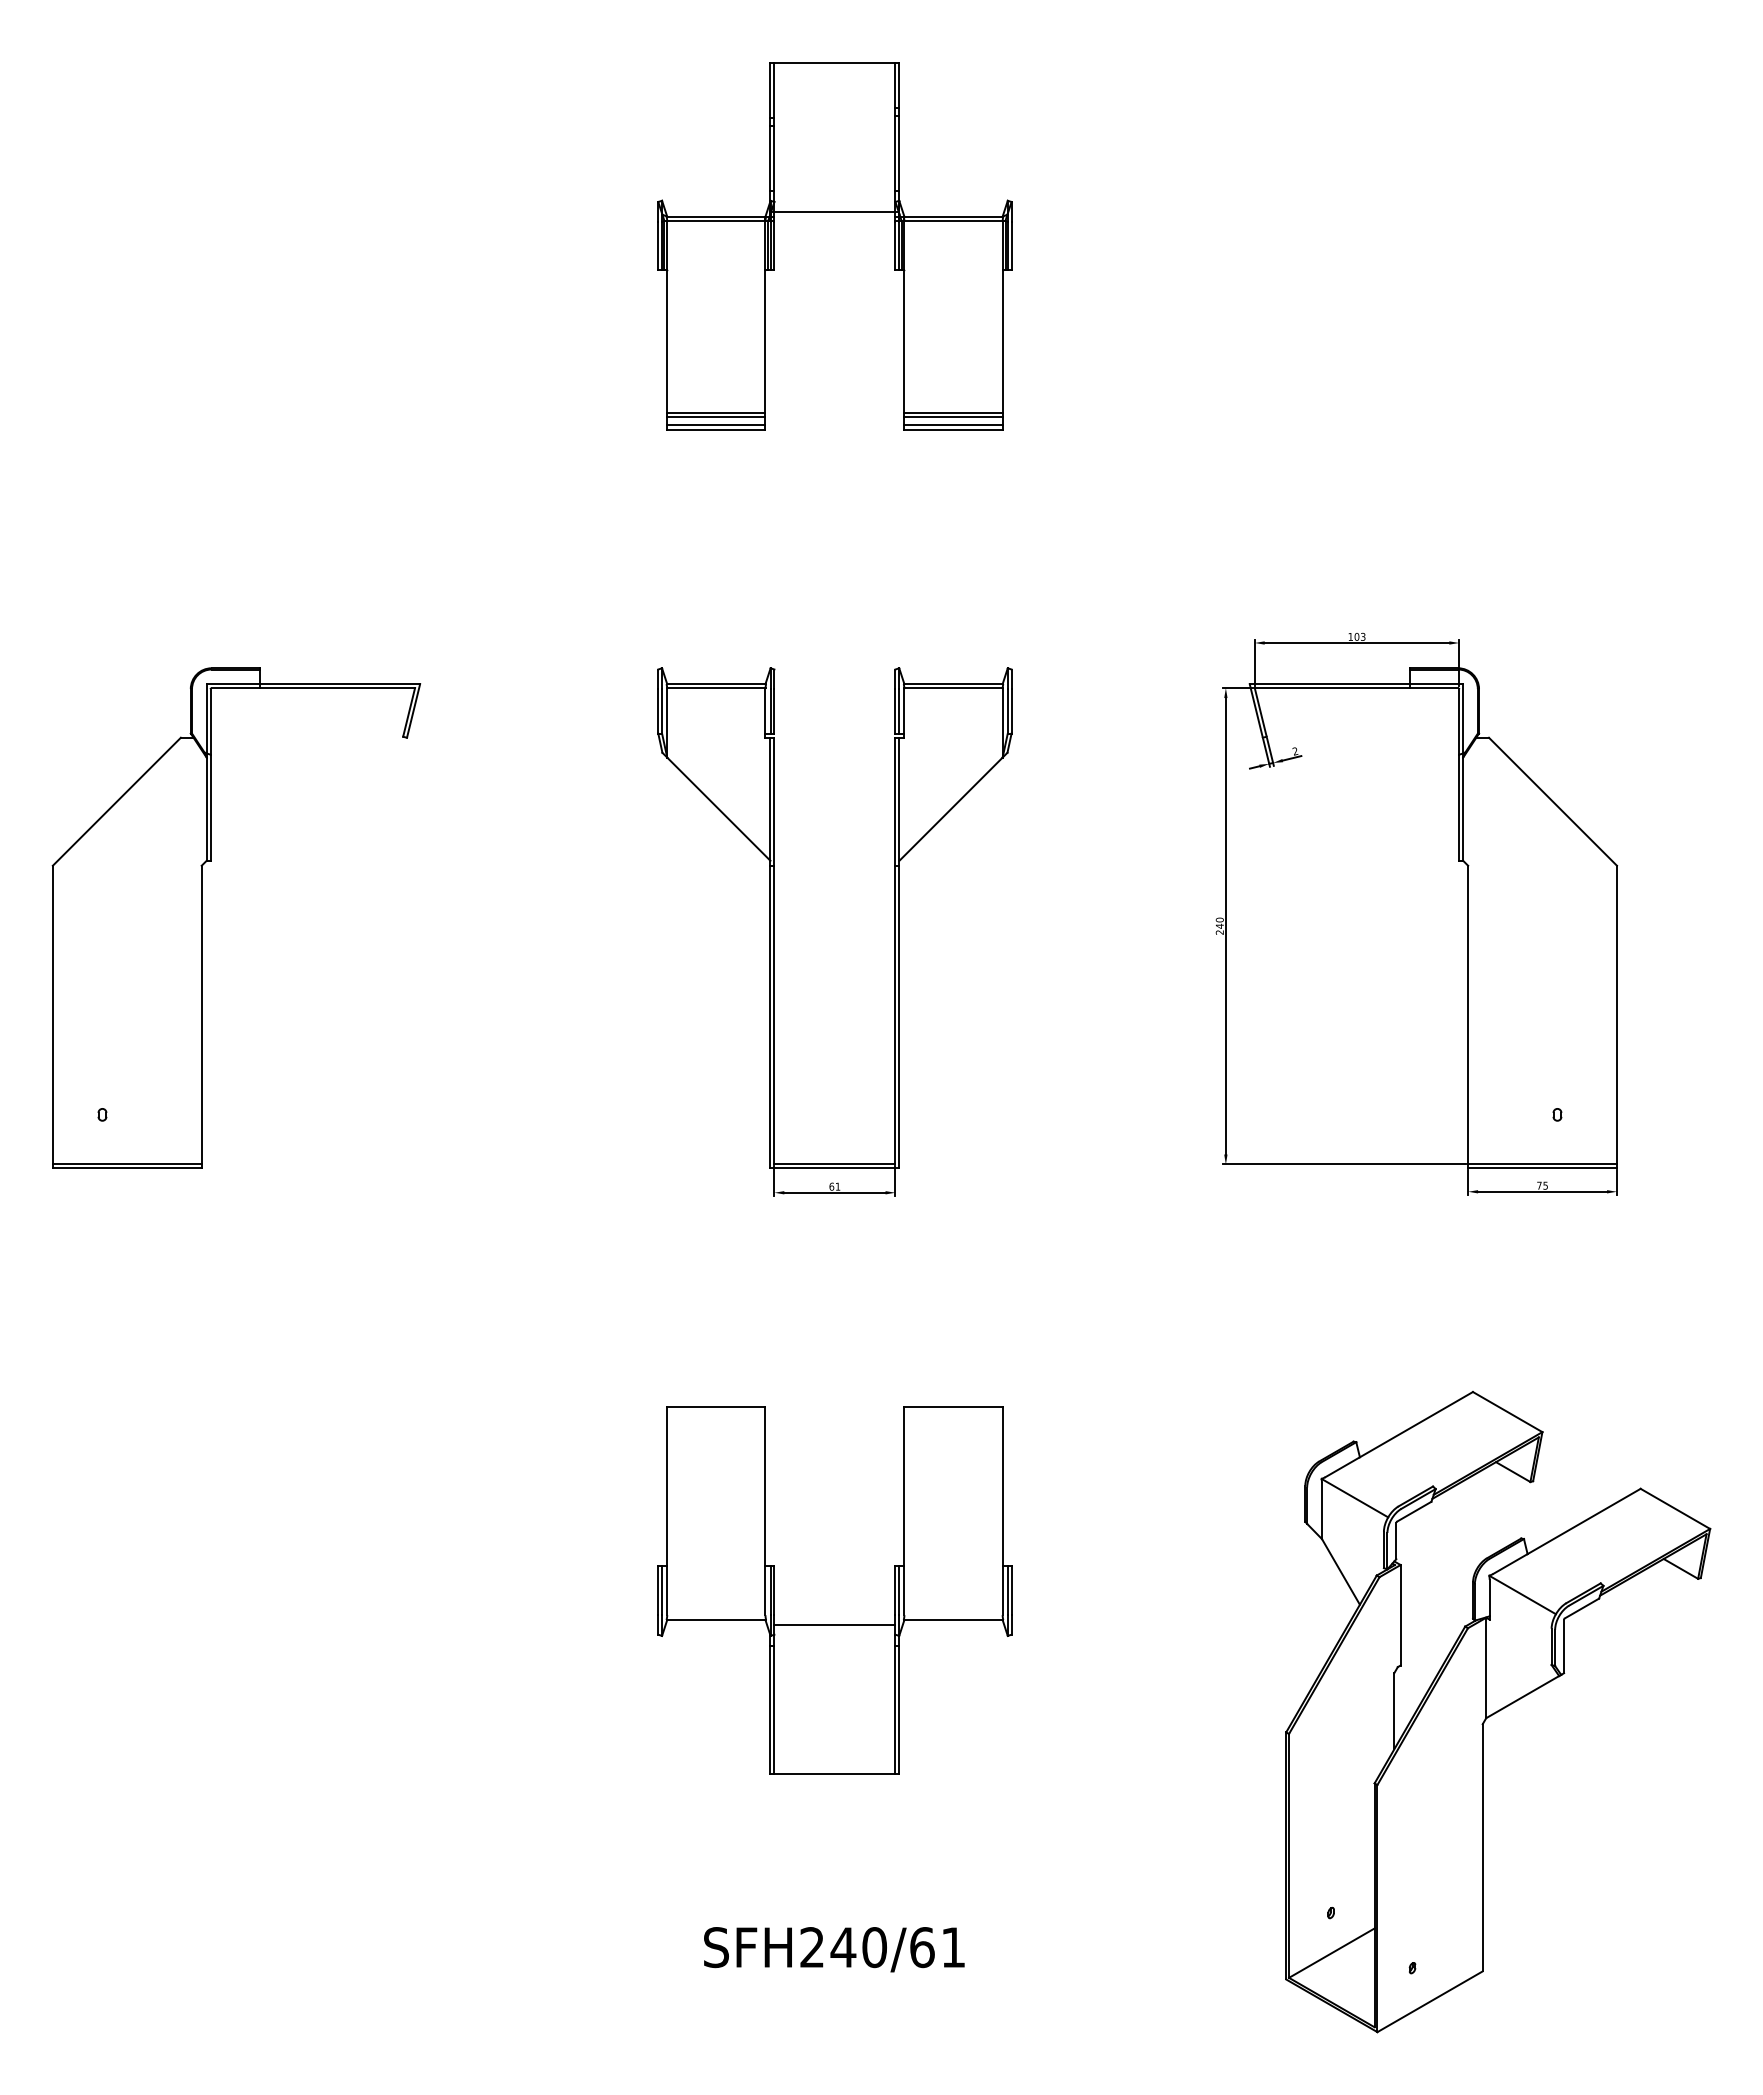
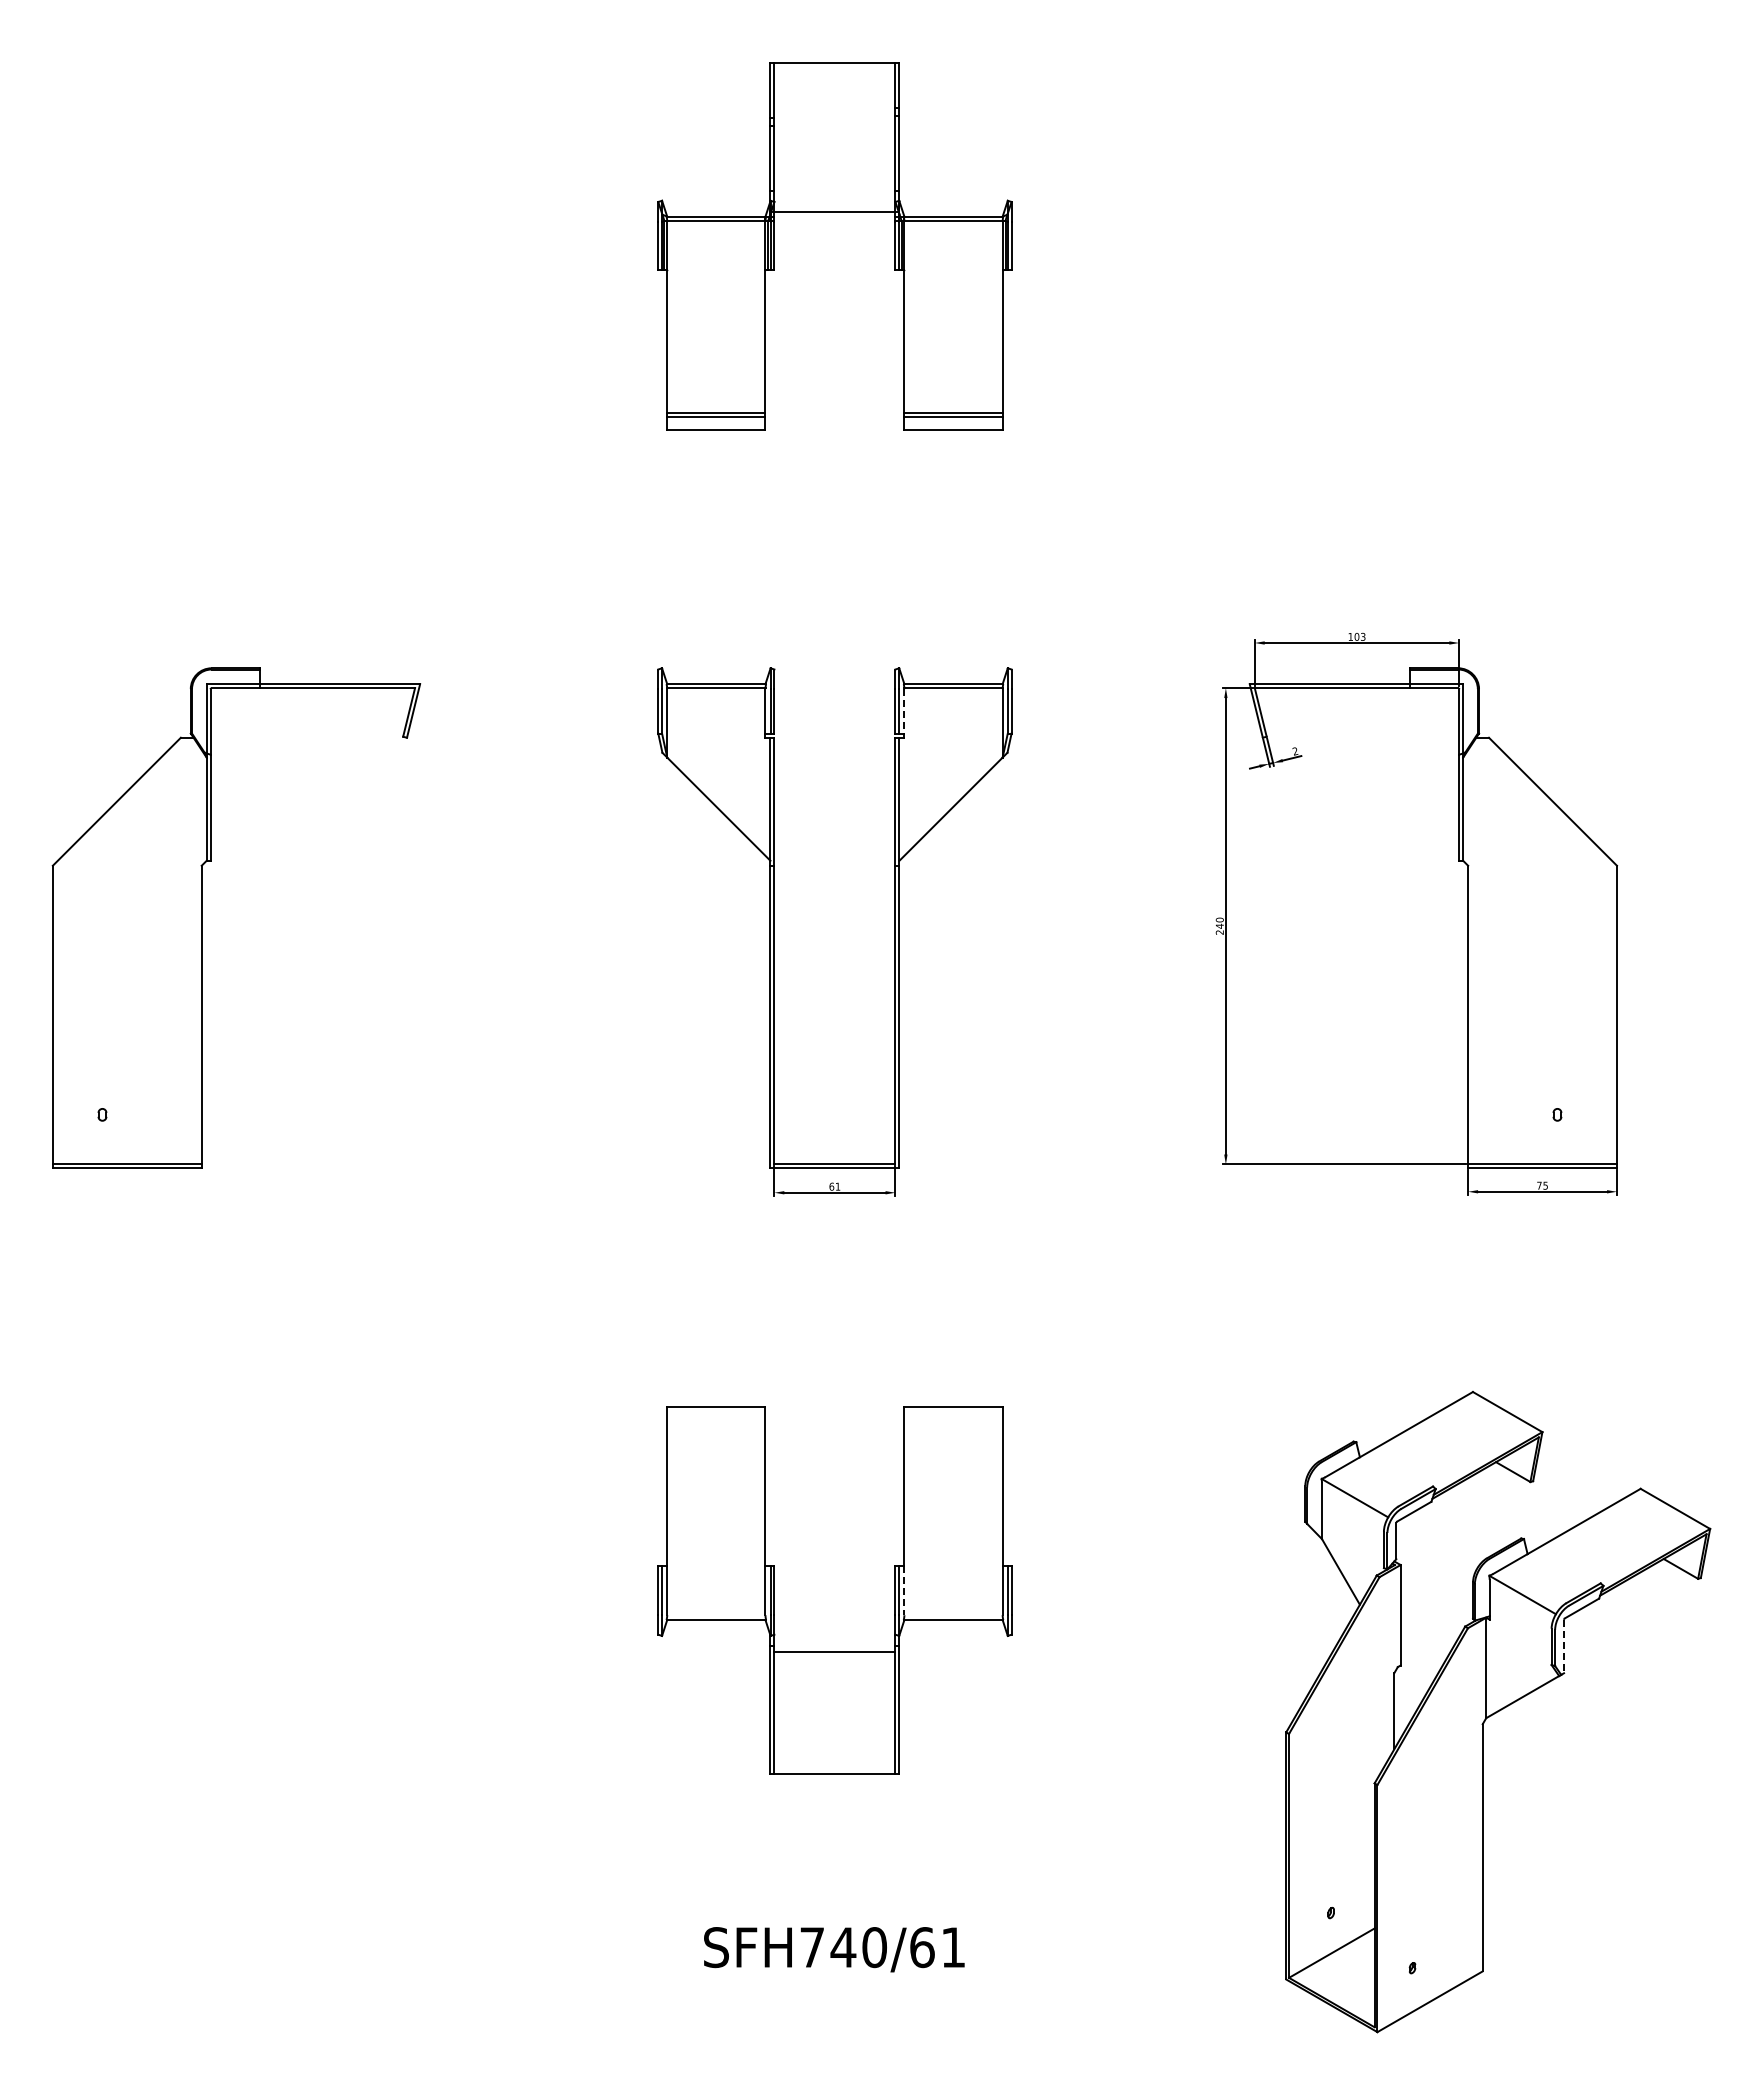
line at (716, 425): present -> none
line at (953, 425): present -> none
line at (904, 711): solid -> dashed
line at (904, 1591): solid -> dashed
line at (834, 1625) position: (834, 1625) -> (834, 1652)
line at (1564, 1646): solid -> dashed
text at (811, 1947): SFH240/61 -> SFH740/61
